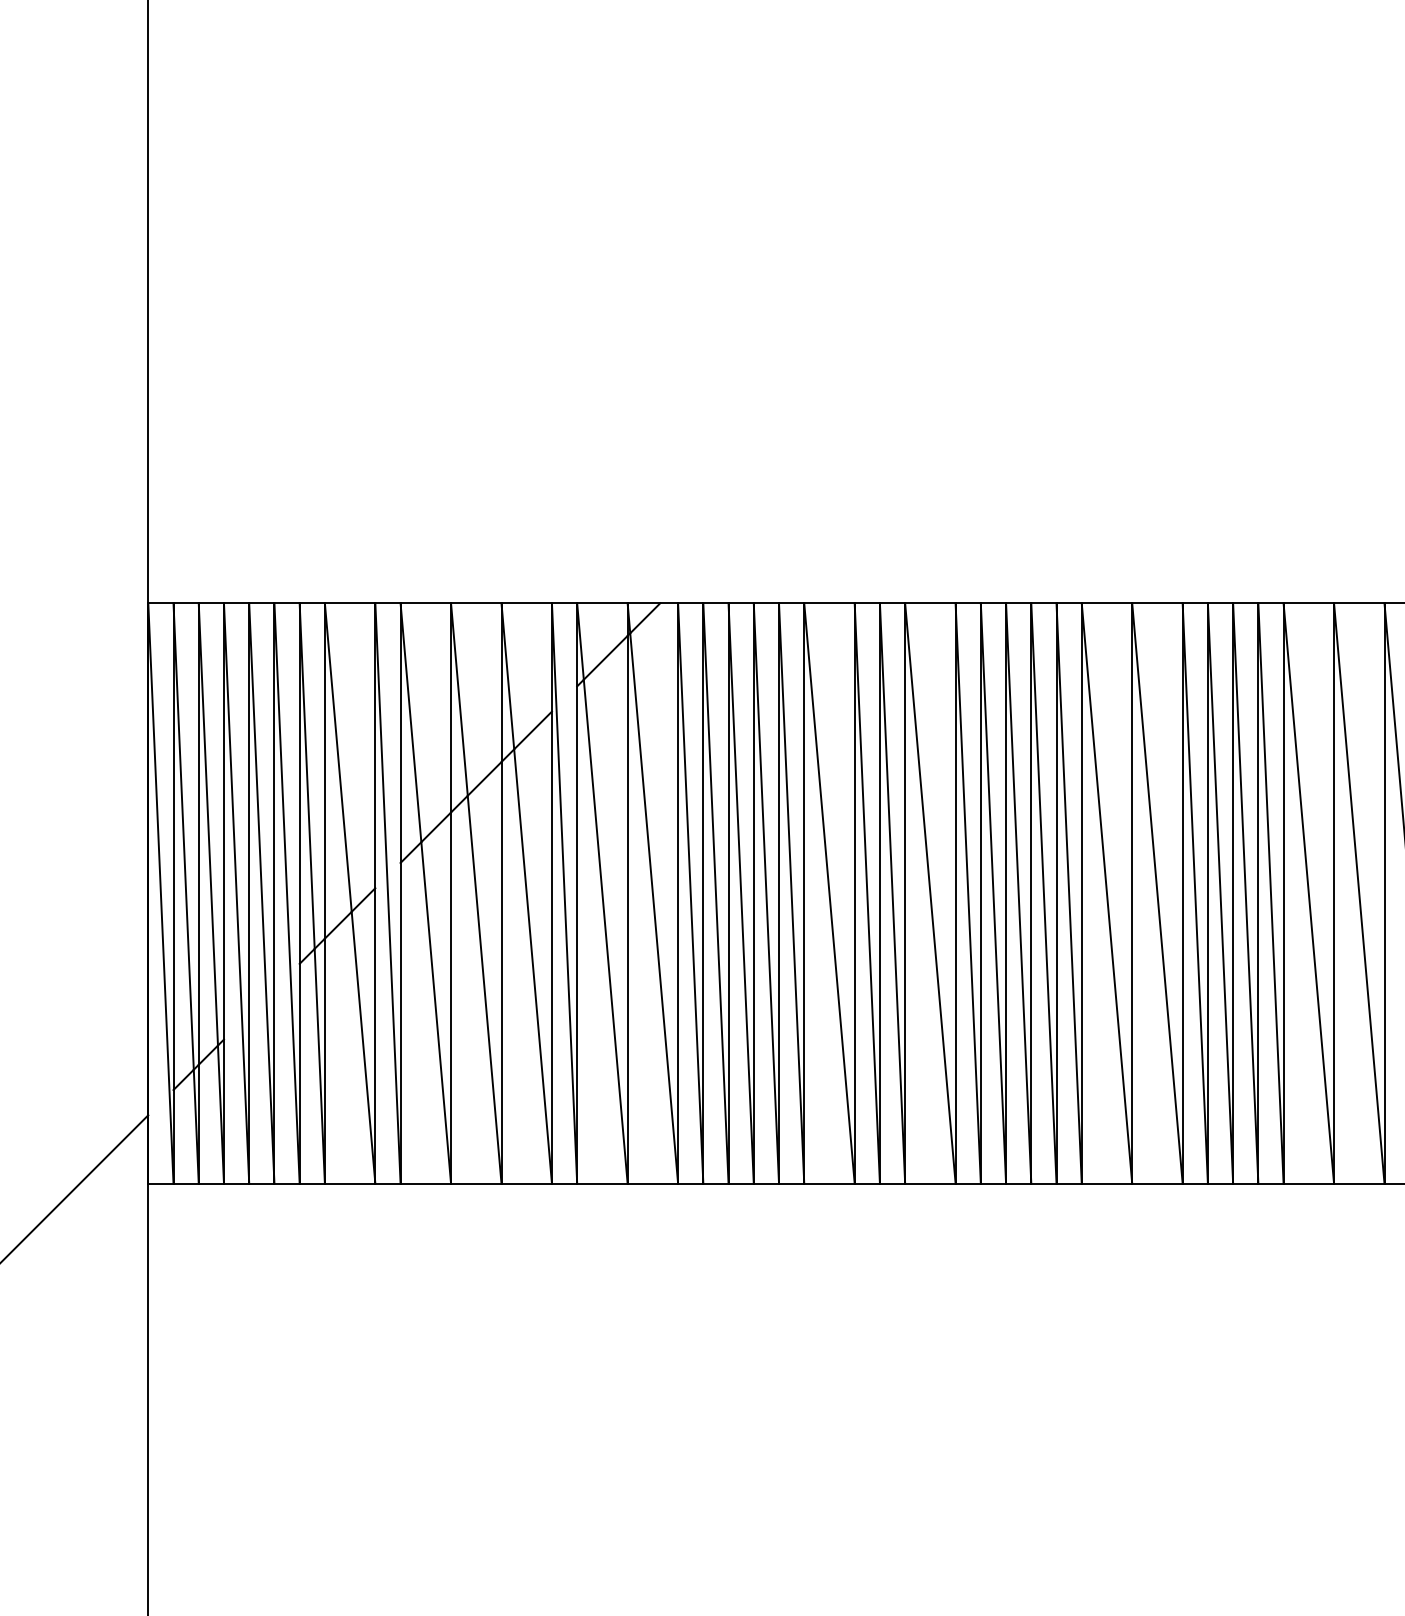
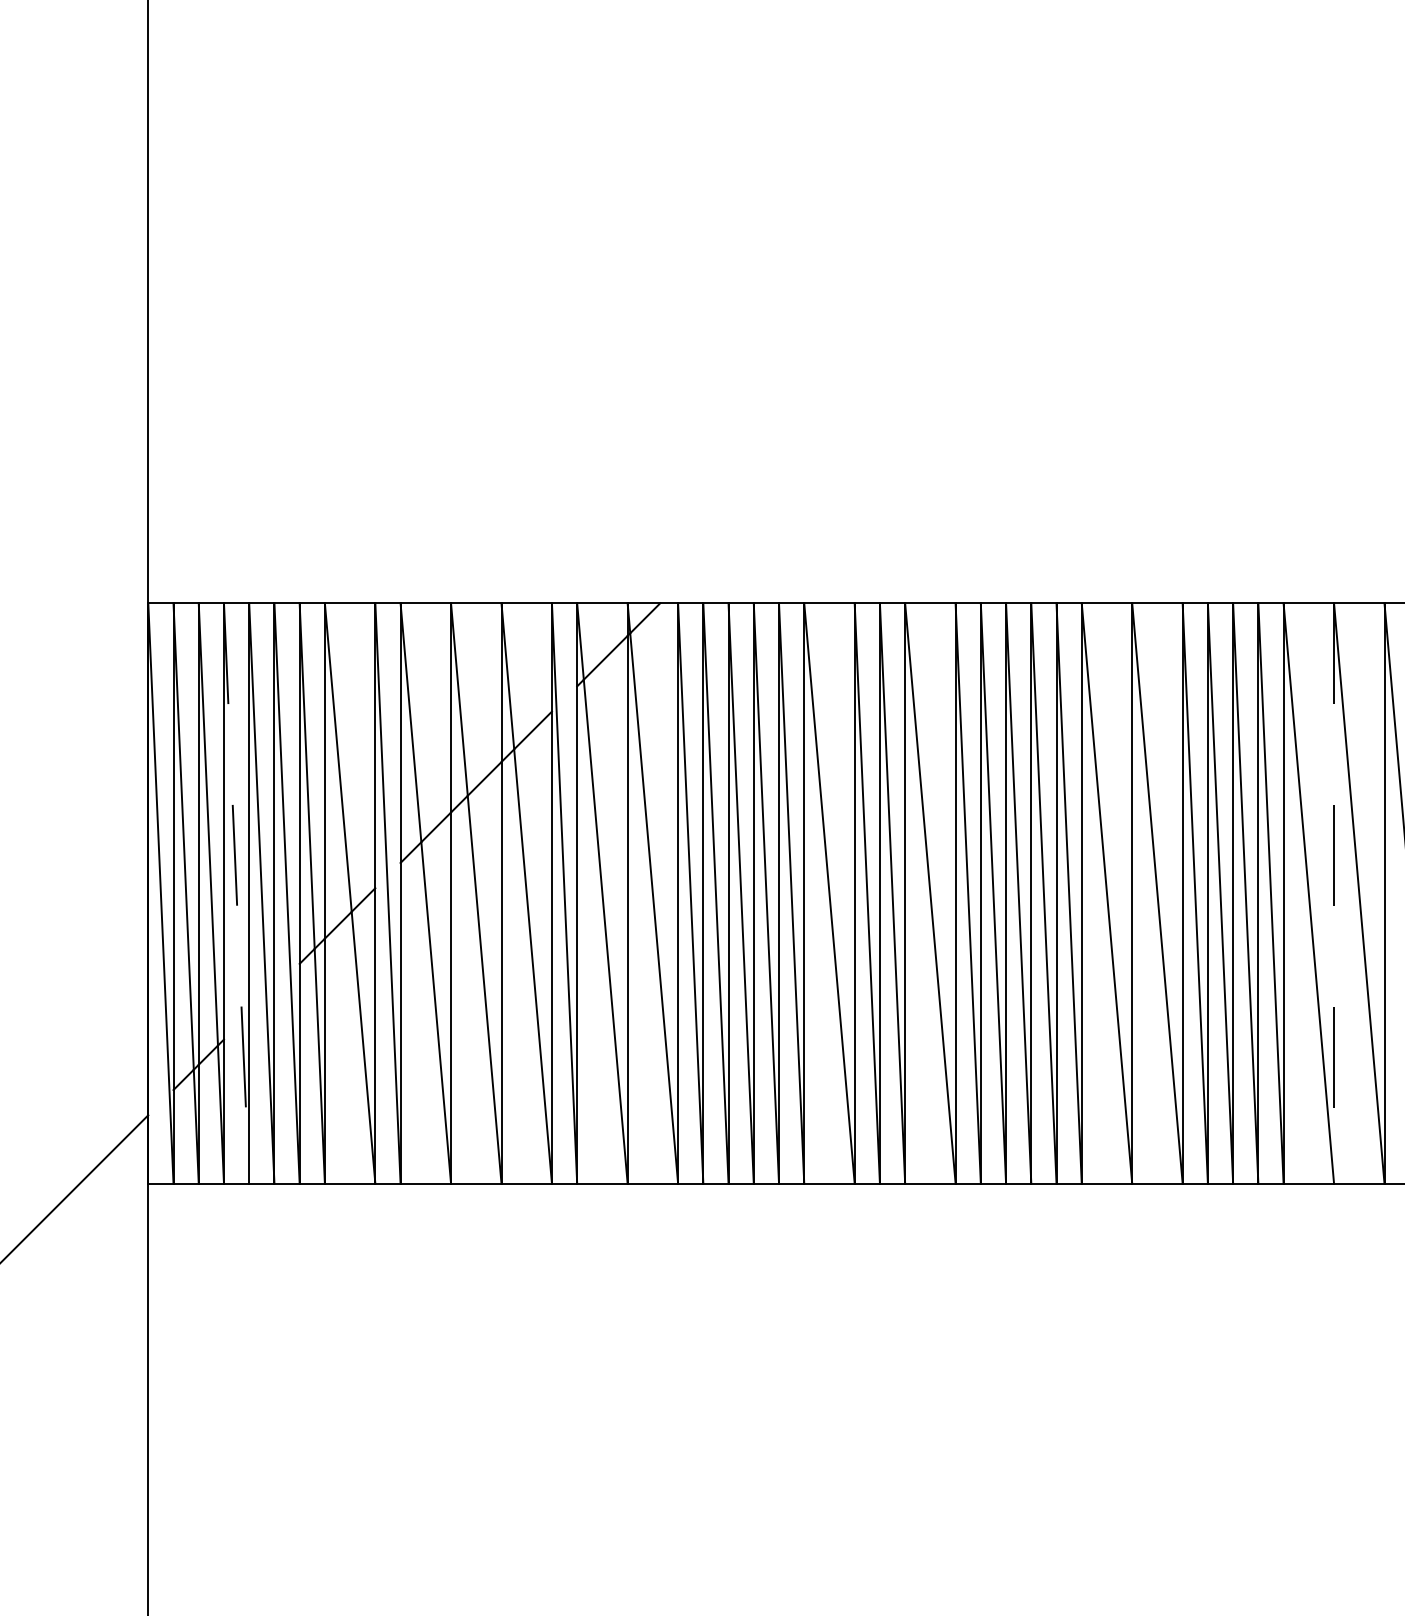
line at (236, 893): solid -> dashed
line at (1334, 893): solid -> dashed
